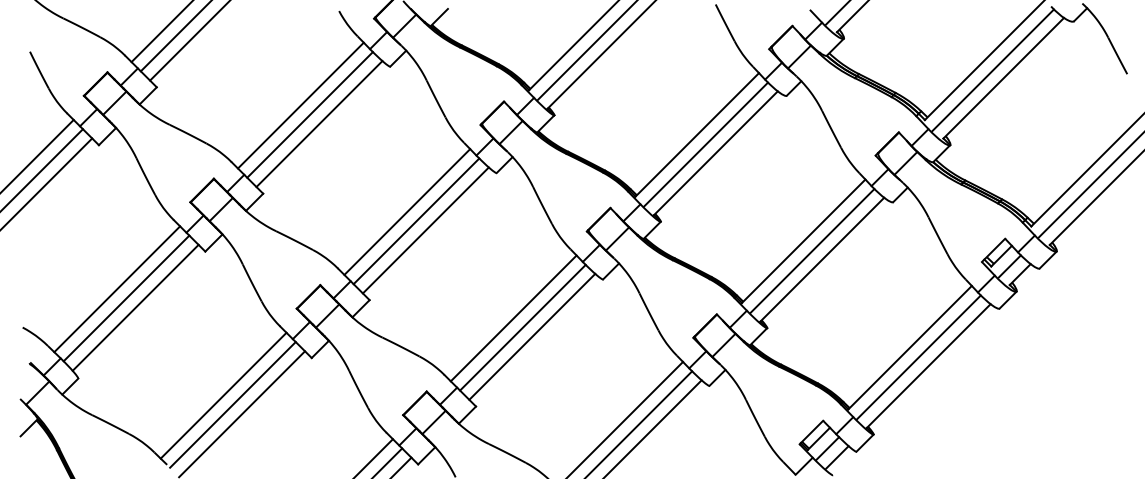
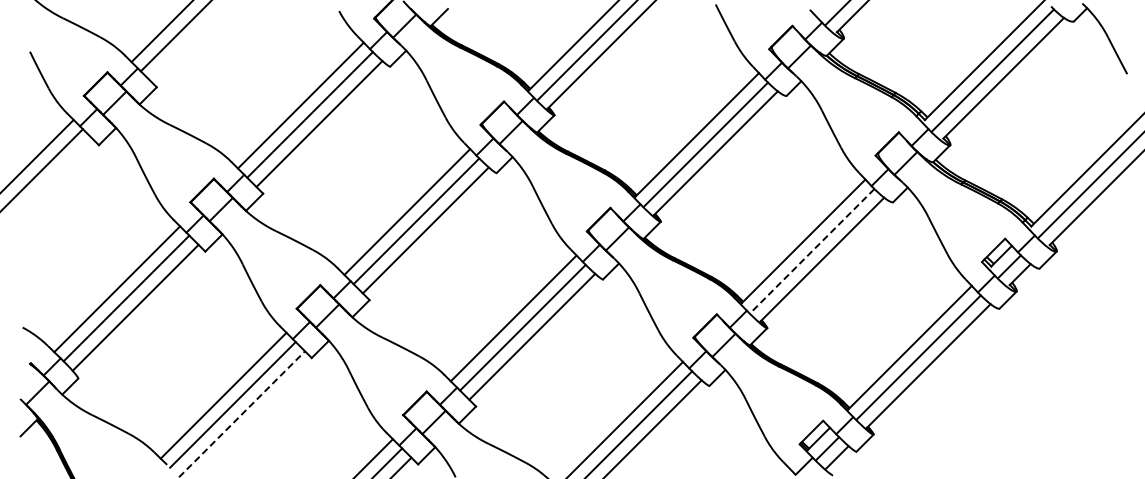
line at (189, 41): present -> none
line at (47, 183): present -> none
line at (812, 251): solid -> dashed
line at (242, 413): solid -> dashed
